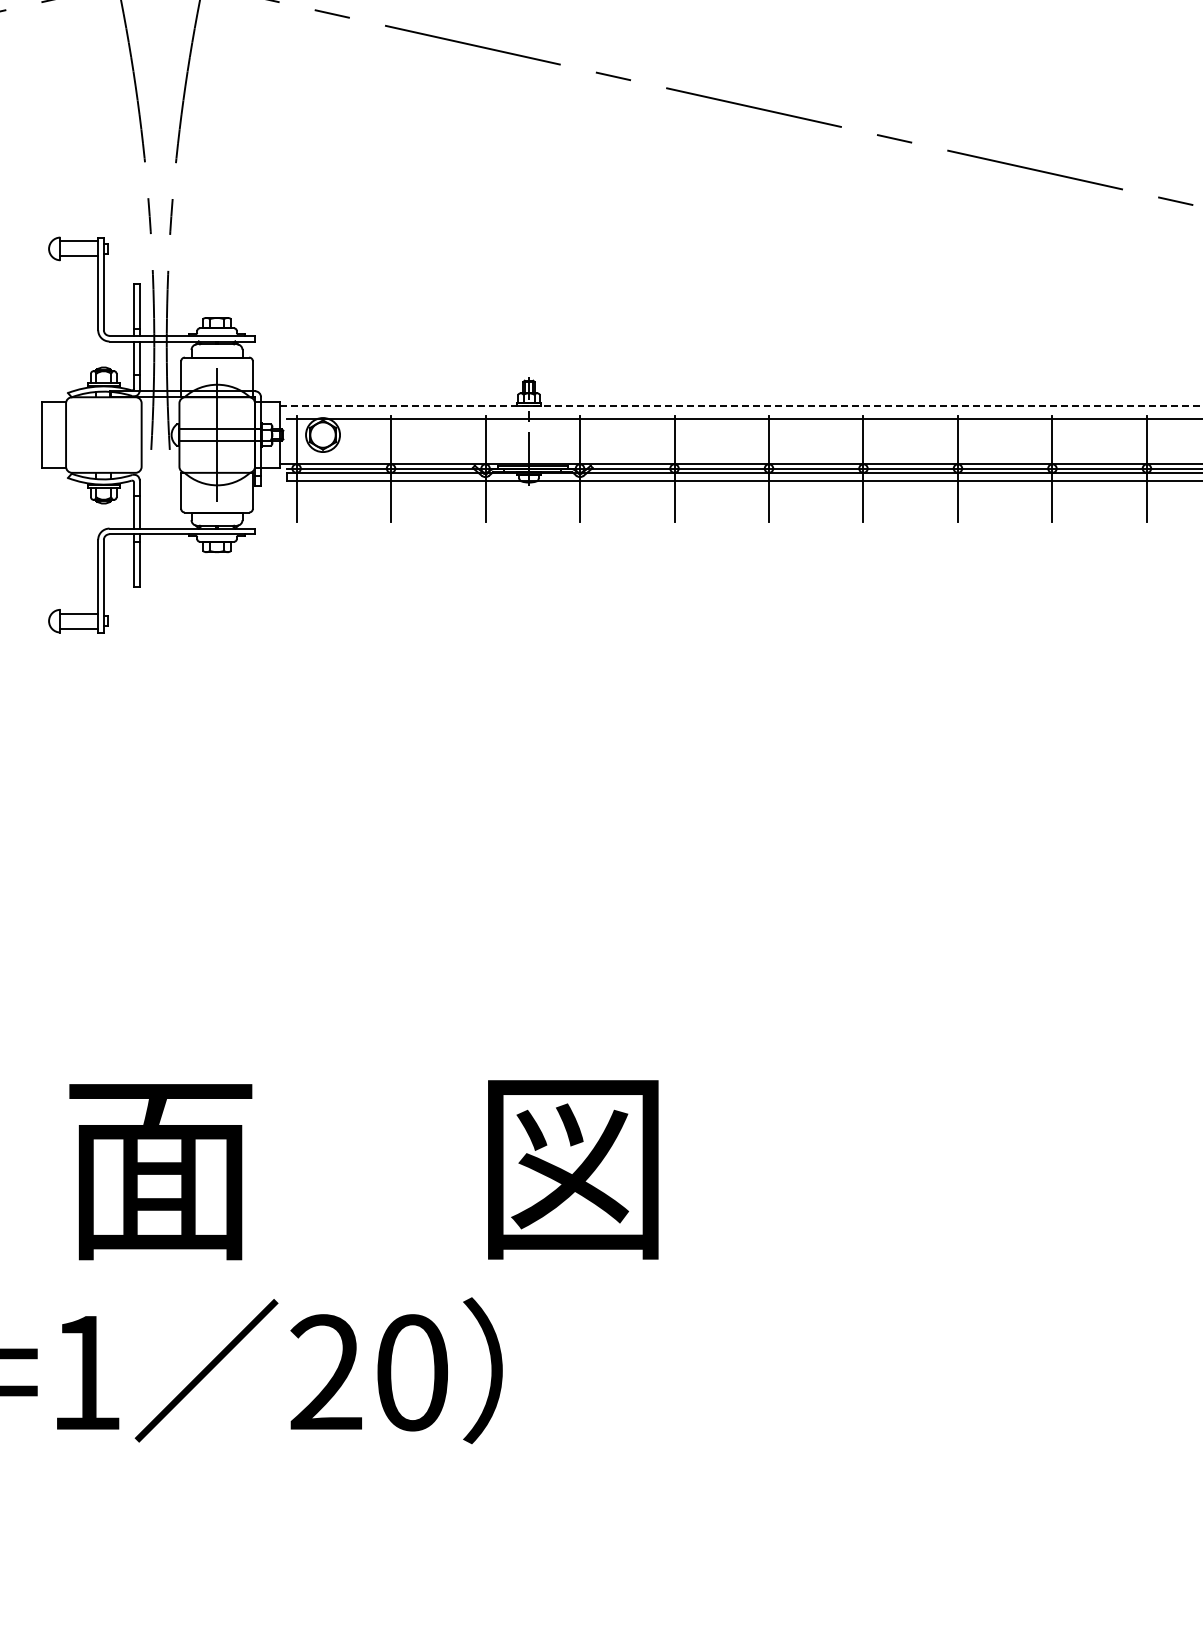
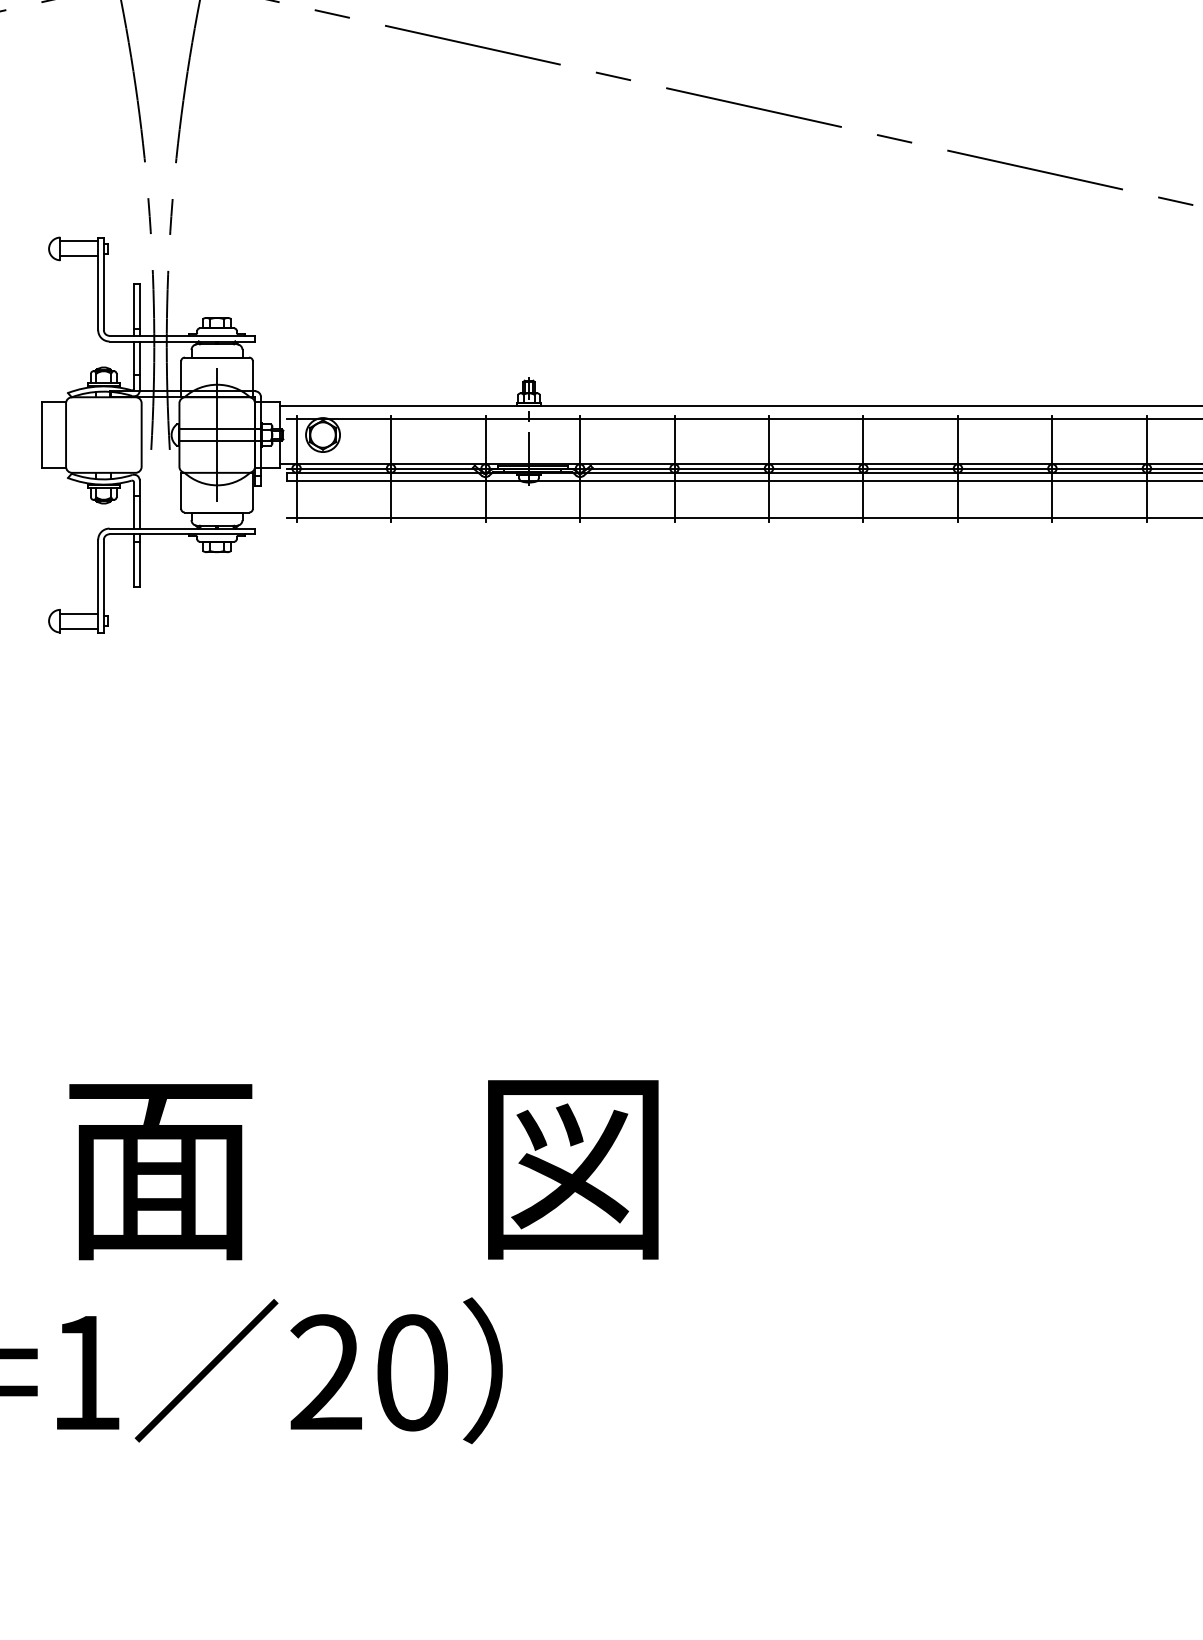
line at (741, 405): dashed -> solid
line at (743, 518): none -> present
